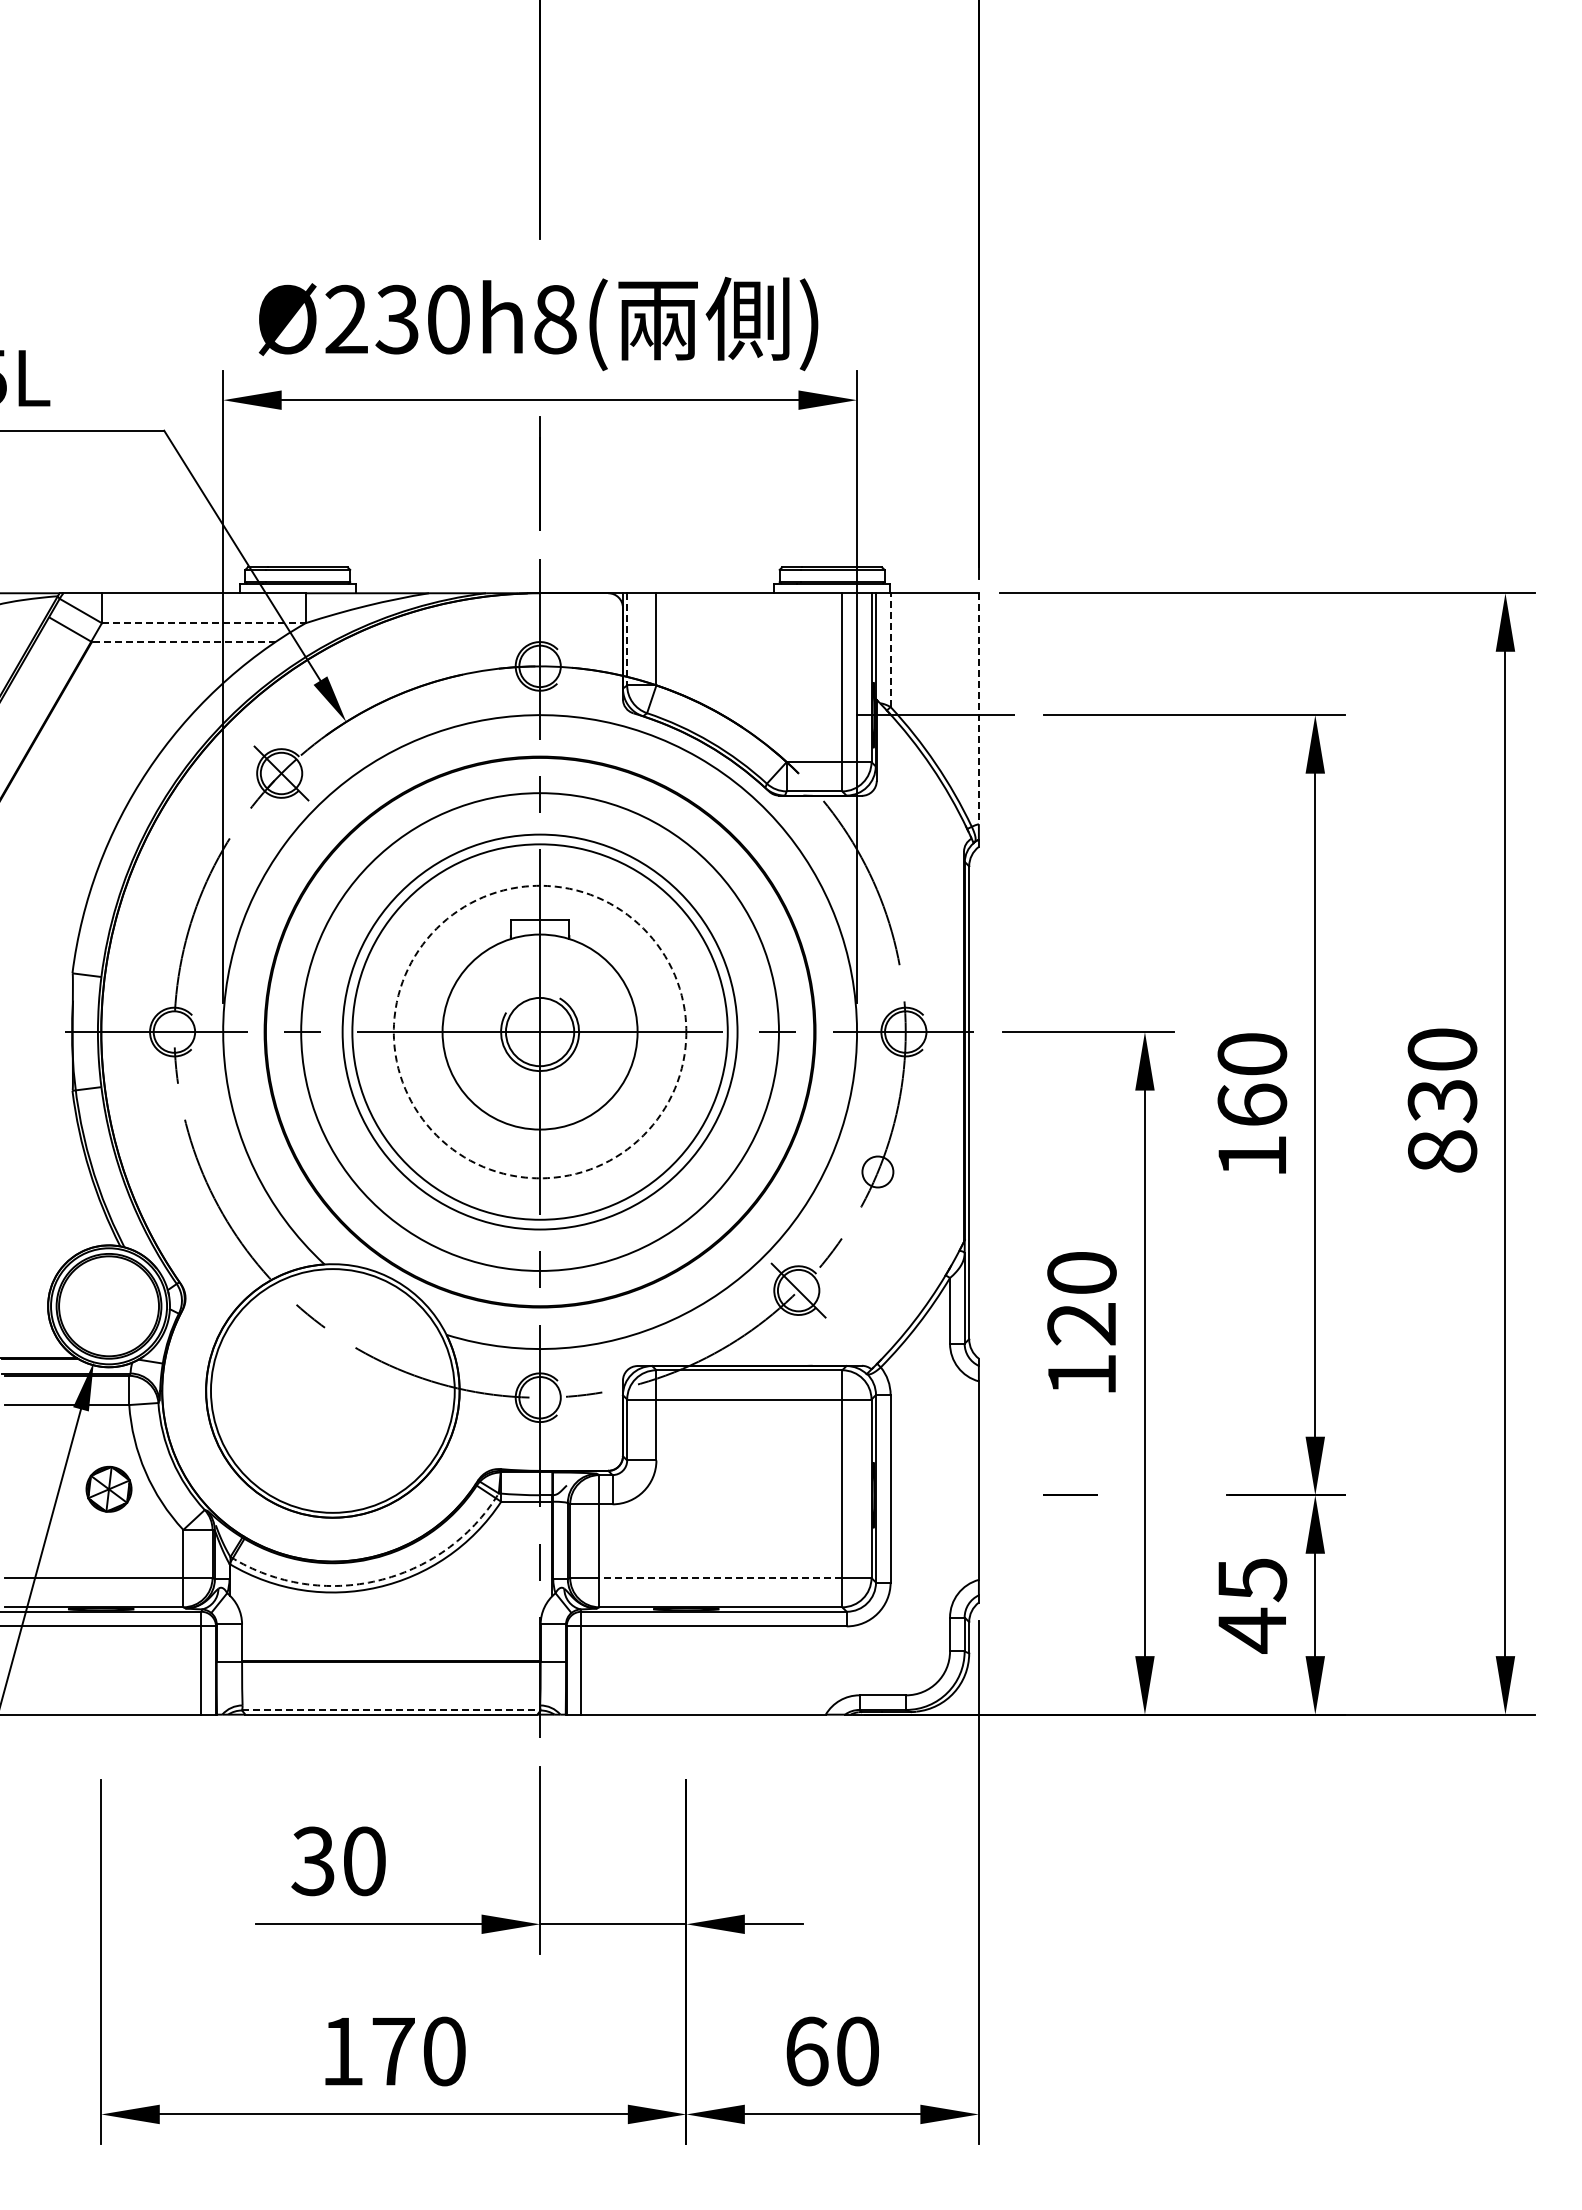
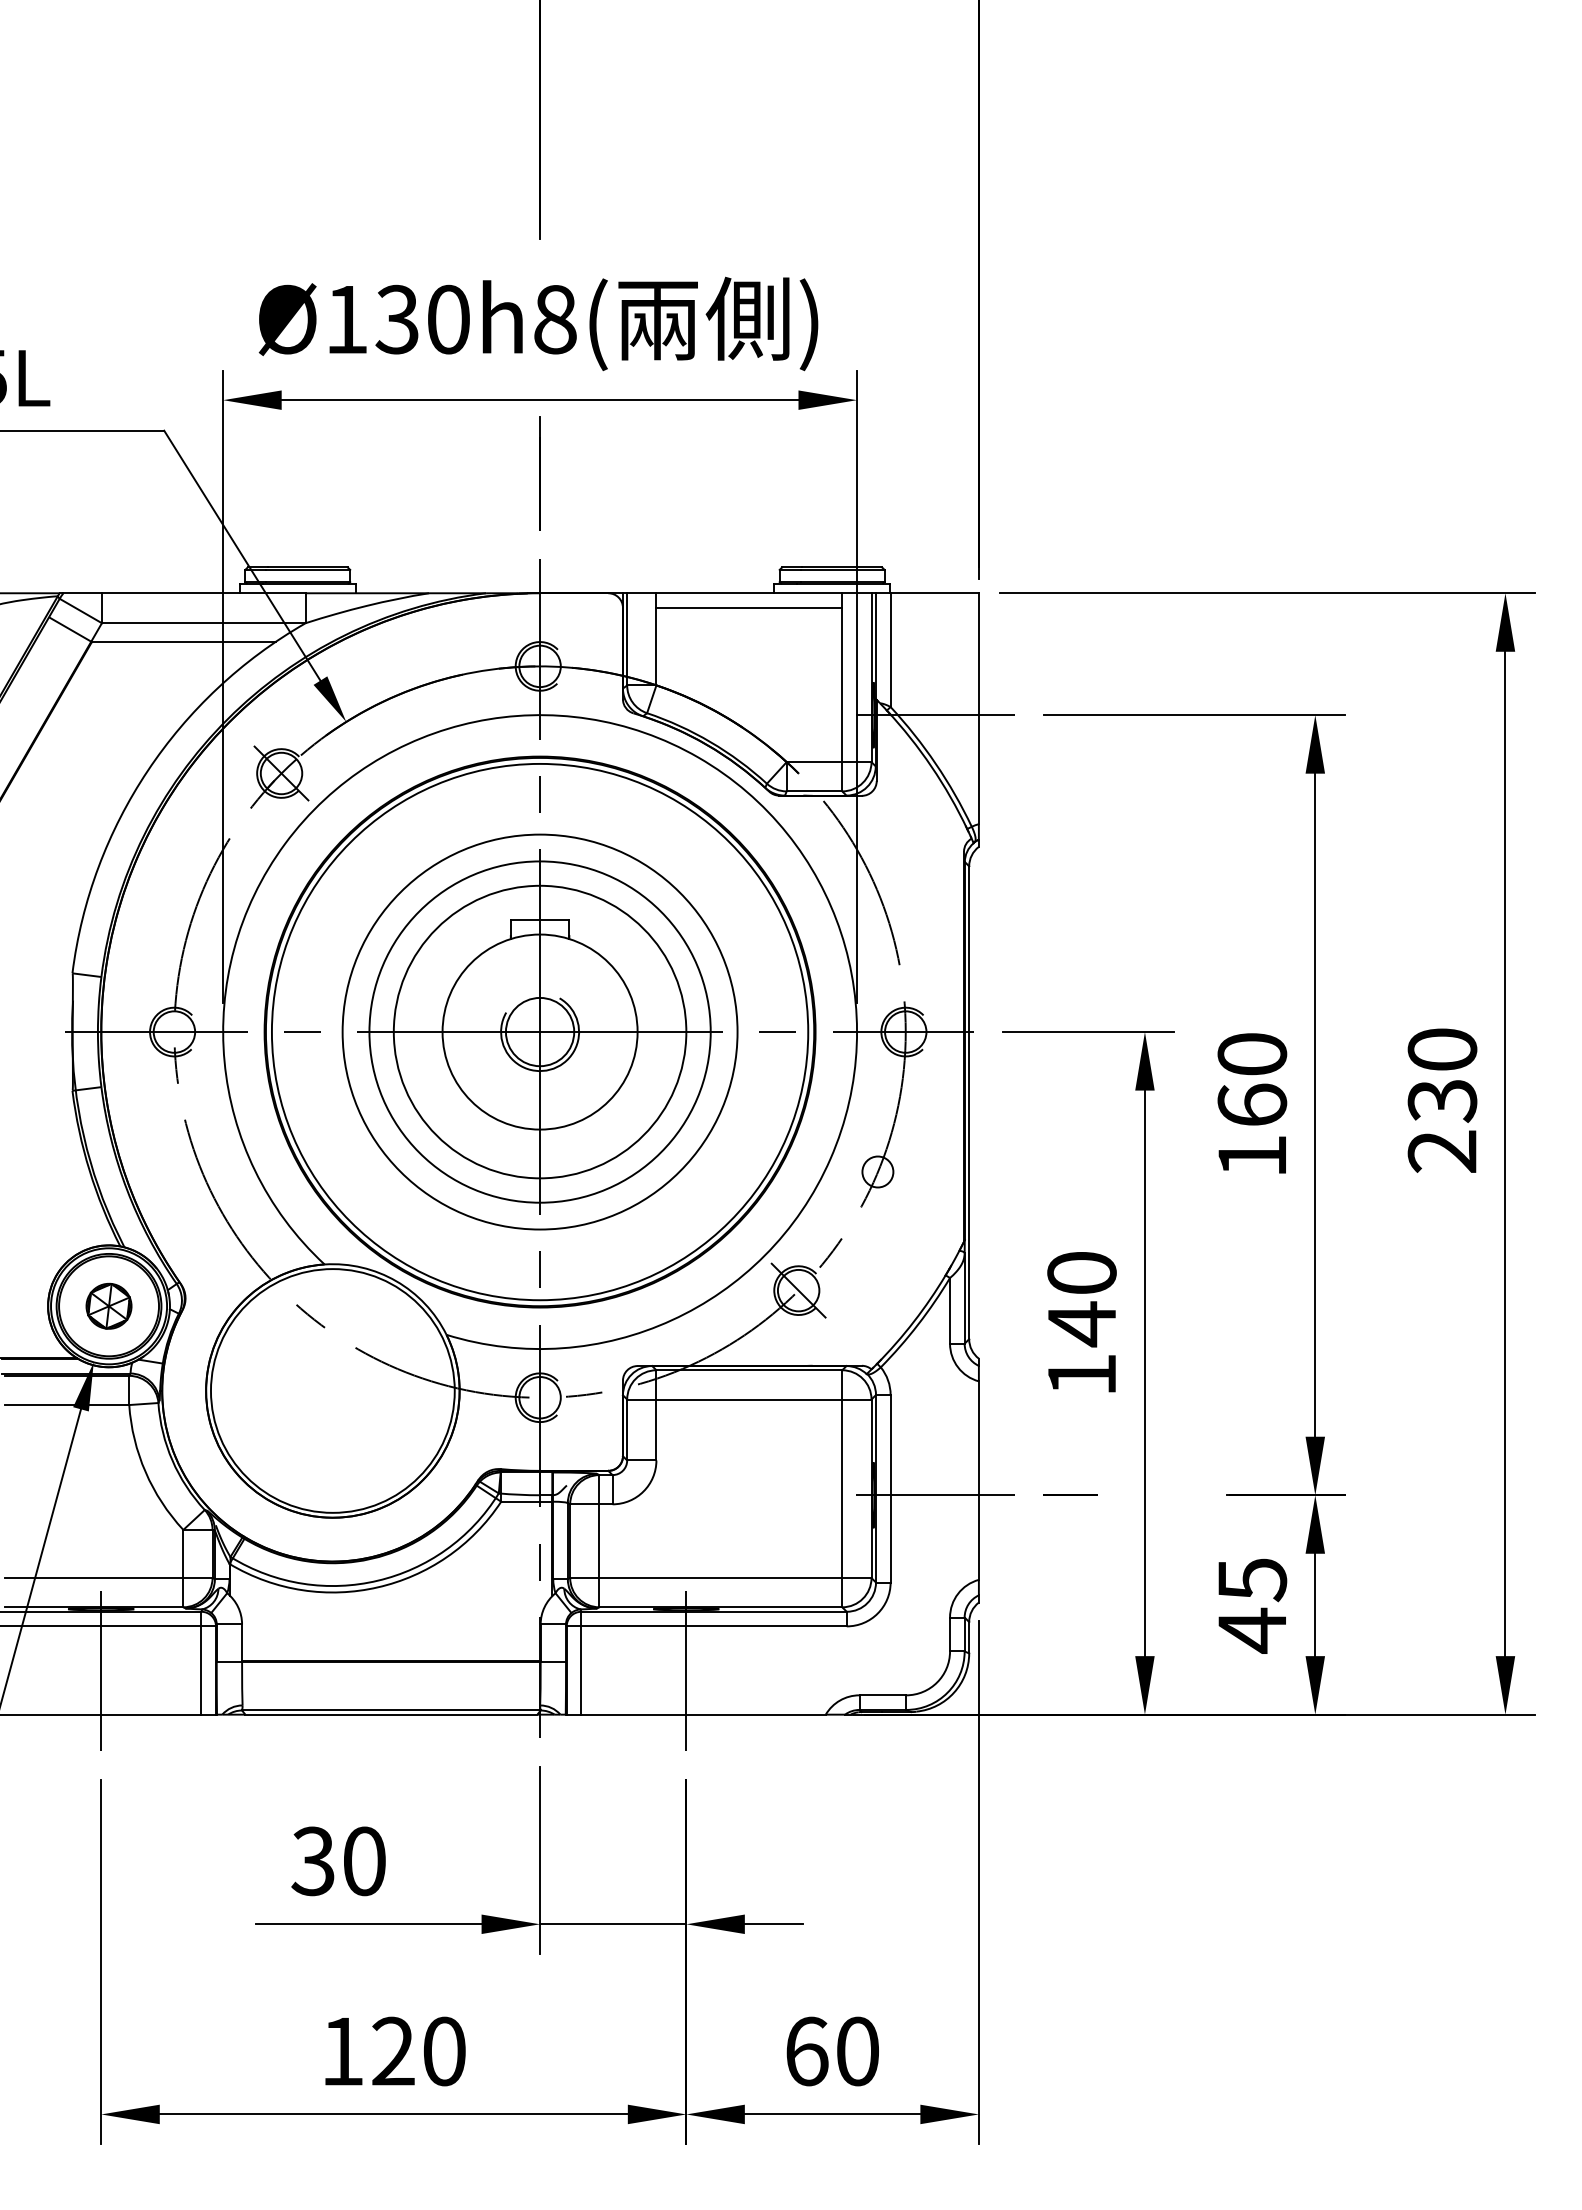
text at (346, 318): Ø230h8( -> Ø130h8(
line at (749, 607): none -> present
line at (203, 623): dashed -> solid
line at (627, 639): dashed -> solid
line at (183, 642): dashed -> solid
line at (890, 650): dashed -> solid
line at (978, 709): dashed -> solid
circle at (539, 1031) diameter: 375 px -> 536 px
circle at (539, 1031) diameter: 478 px -> 341 px
circle at (539, 1031): dashed -> solid
text at (1442, 1151): 830 -> 230
text at (1081, 1324): 120 -> 140
part at (108, 1488) position: (108, 1488) -> (108, 1305)
line at (934, 1495): none -> present
line at (720, 1578): dashed -> solid
arc at (377, 1580): dashed -> solid
line at (101, 1670): none -> present
line at (686, 1670): none -> present
line at (391, 1710): dashed -> solid
text at (393, 2050): 170 -> 120
